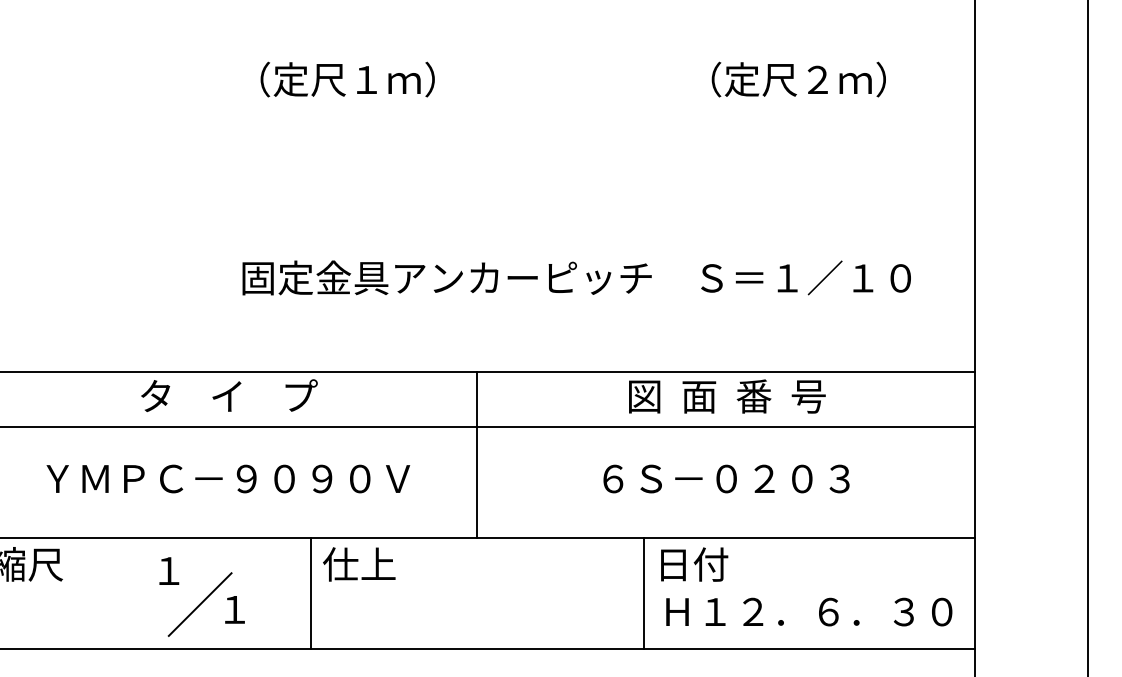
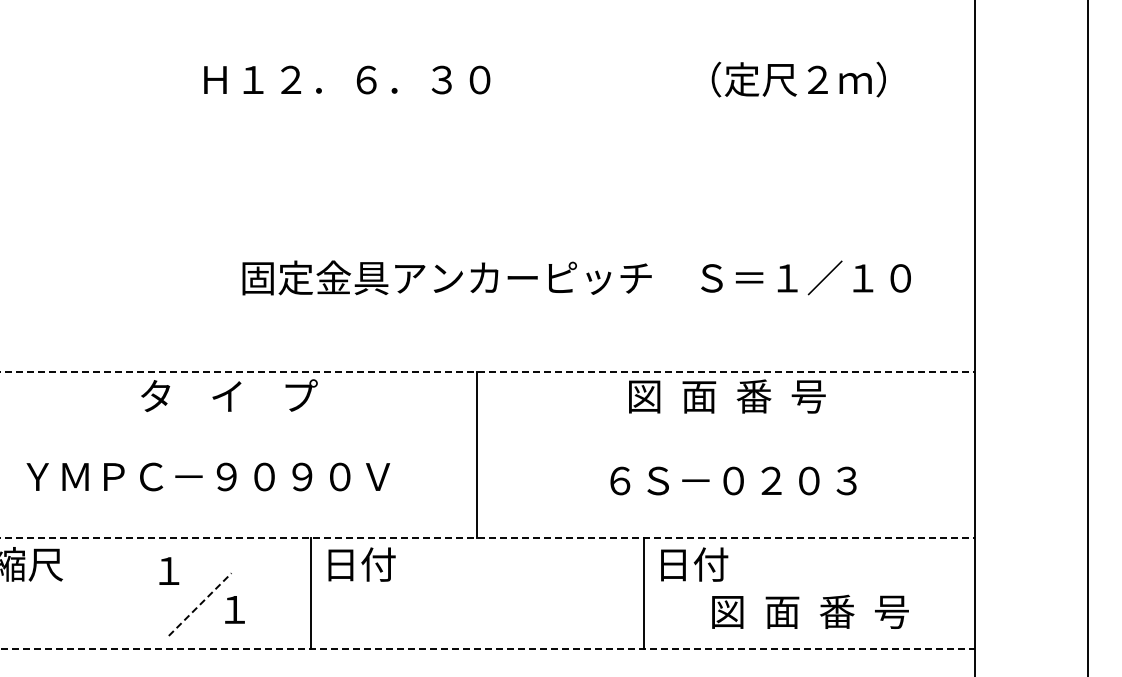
text at (347, 79): （定尺１ｍ） -> Ｈ１２．６．３０
line at (487, 371): solid -> dashed
line at (488, 427): present -> none
text at (228, 478) position: (228, 478) -> (208, 476)
text at (726, 478) position: (726, 478) -> (733, 480)
line at (487, 538): solid -> dashed
text at (359, 564): 仕上 -> 日付
line at (200, 604): solid -> dashed
text at (809, 611): Ｈ１２．６．３０ -> 図  面  番  号
line at (488, 648): solid -> dashed
